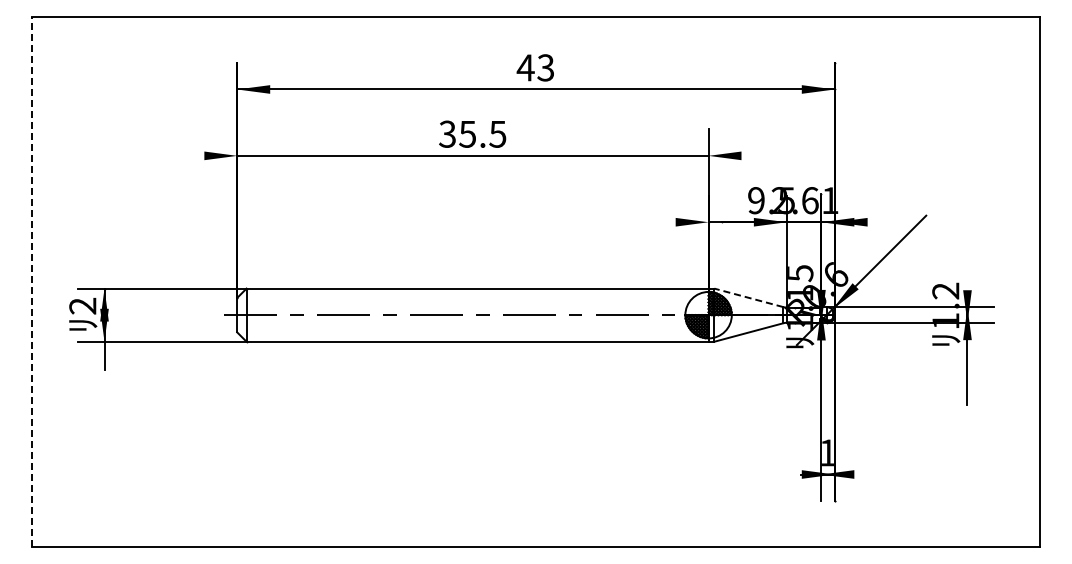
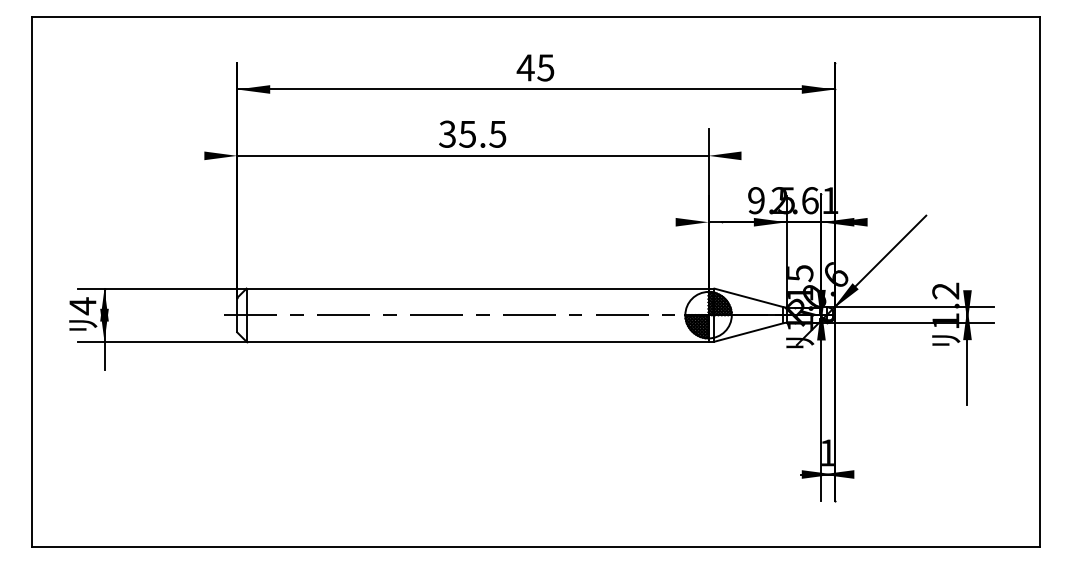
text at (545, 67): 43 -> 45
line at (32, 282): dashed -> solid
line at (748, 297): dashed -> solid
text at (82, 306): 2 -> 4
